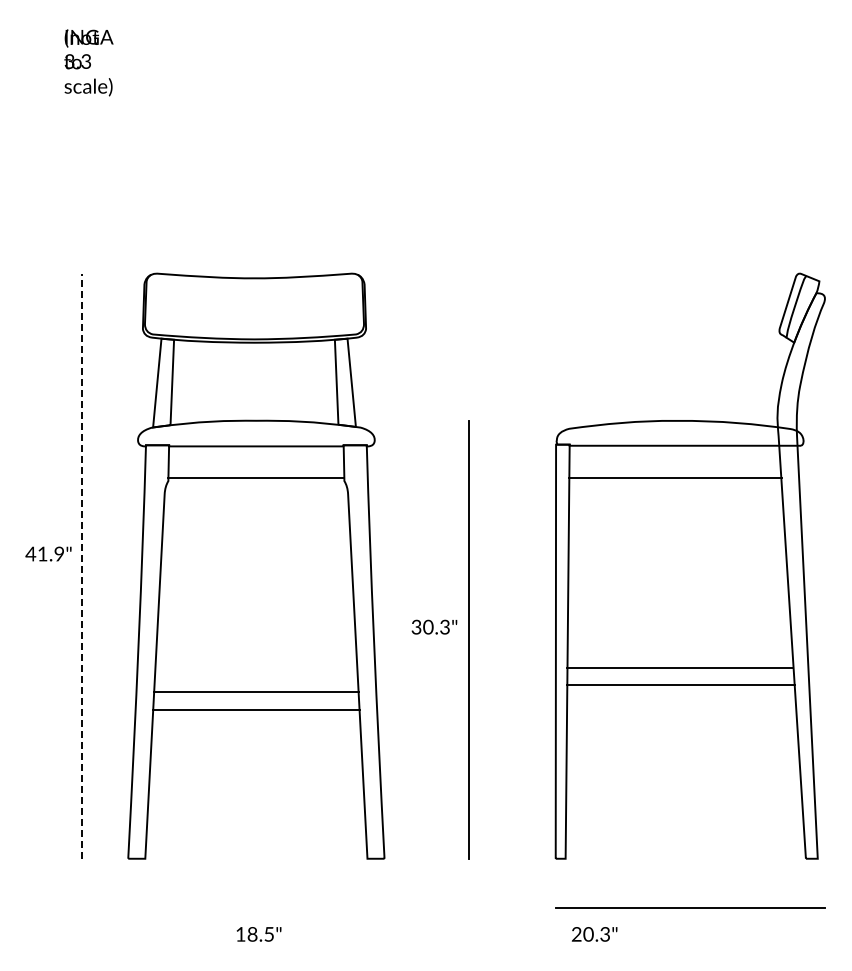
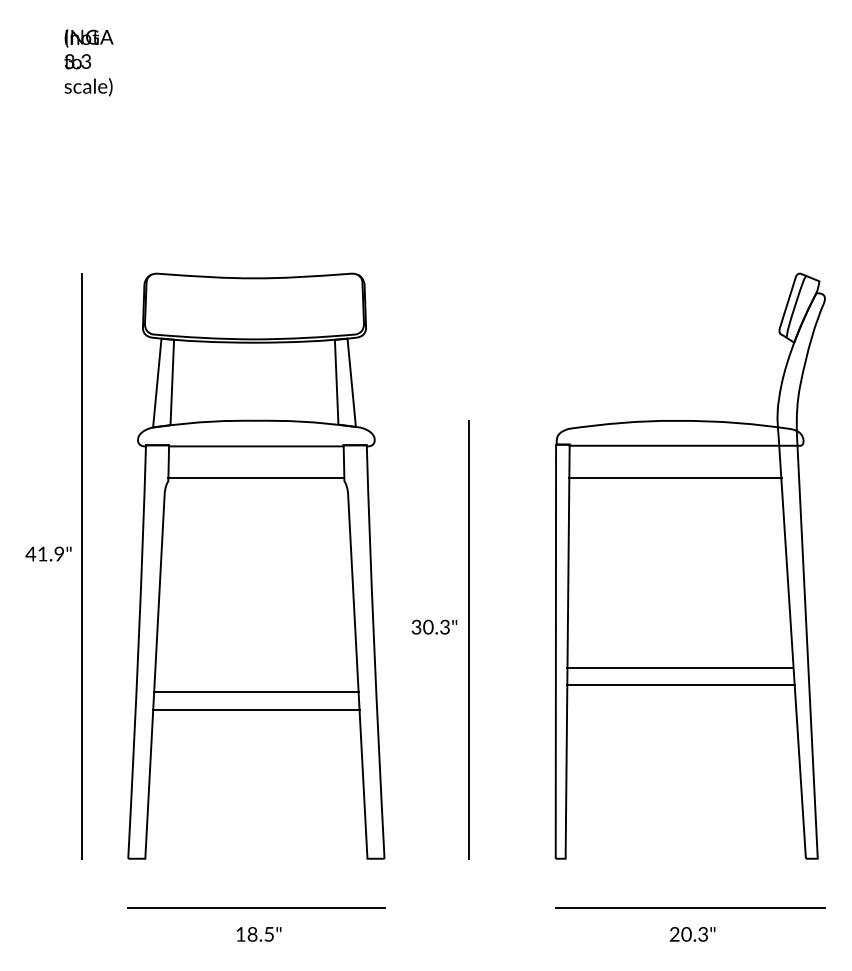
line at (82, 566): dashed -> solid
line at (256, 907): none -> present
text at (594, 934) position: (594, 934) -> (692, 934)
